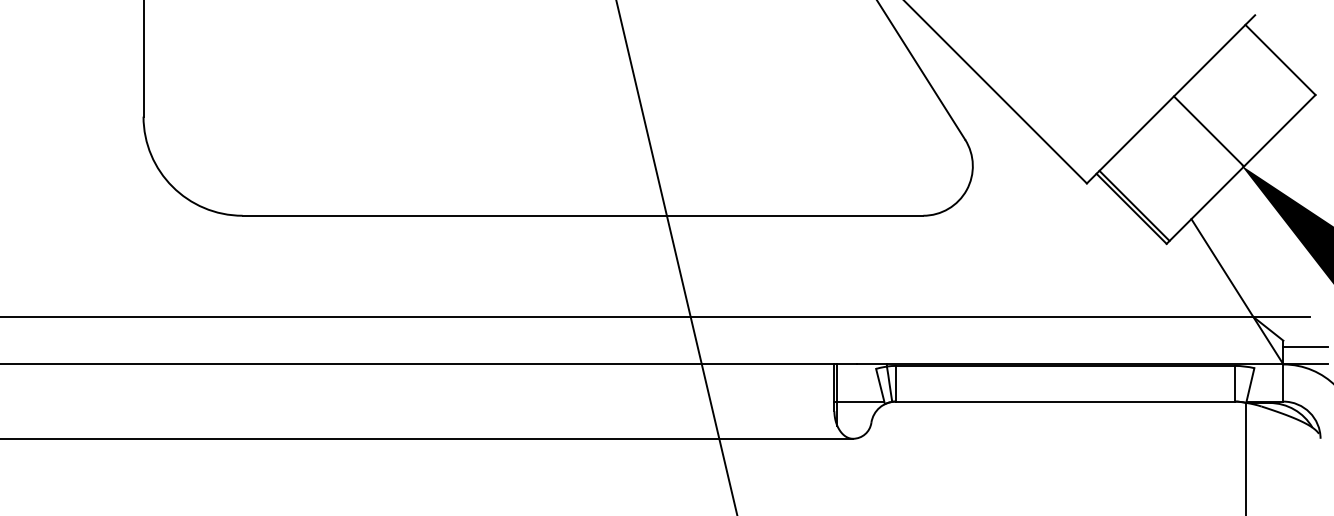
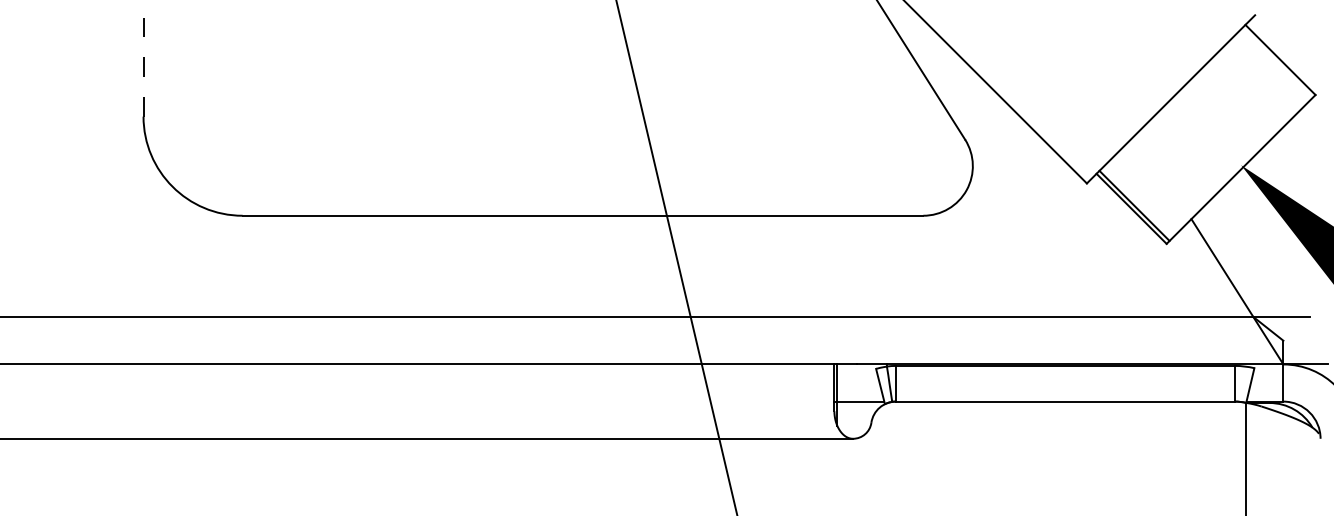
line at (143, 57): solid -> dashed
line at (1208, 131): present -> none
line at (1305, 346): present -> none
